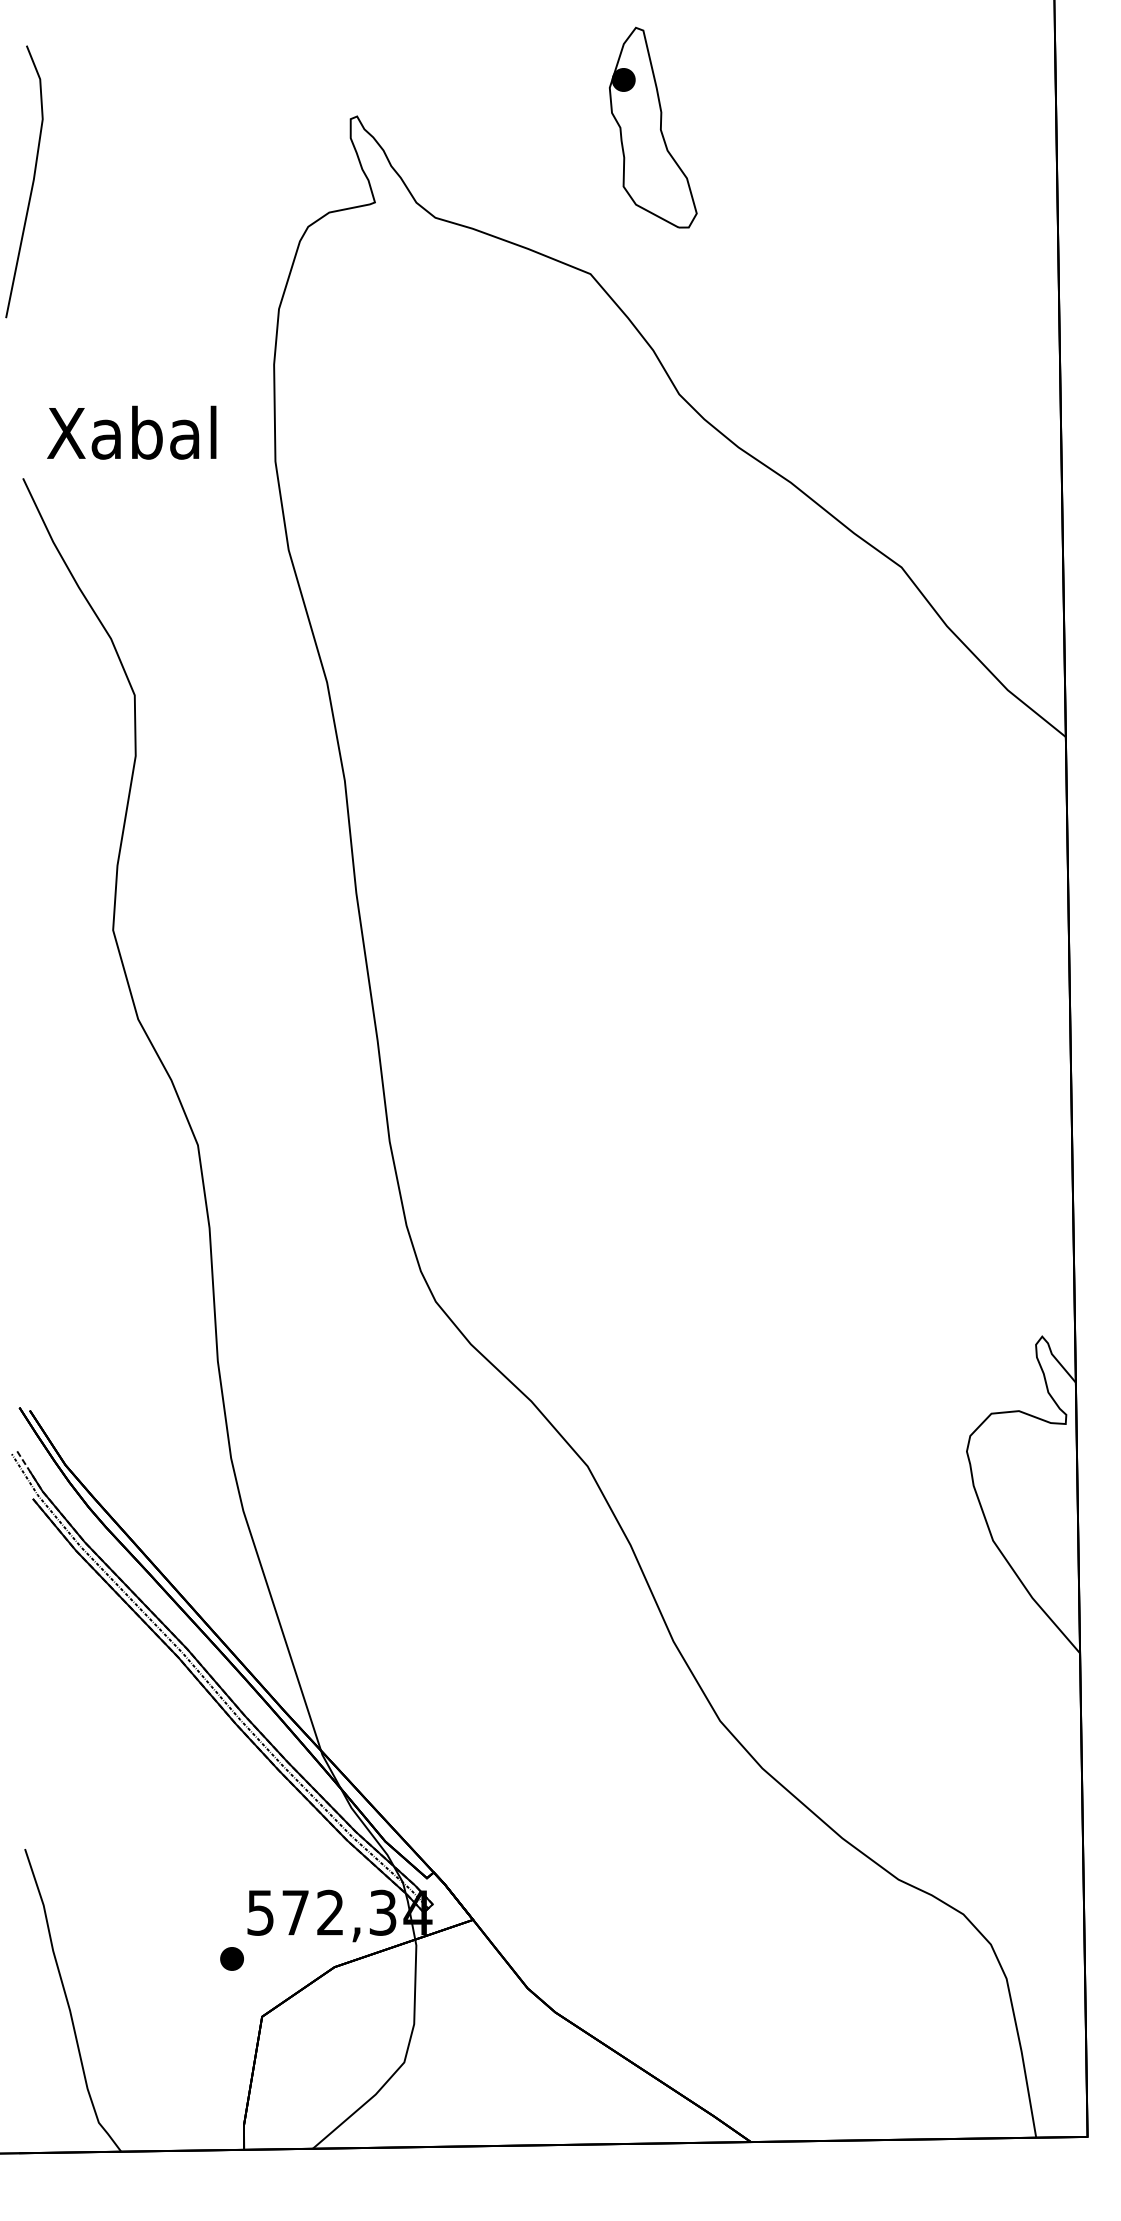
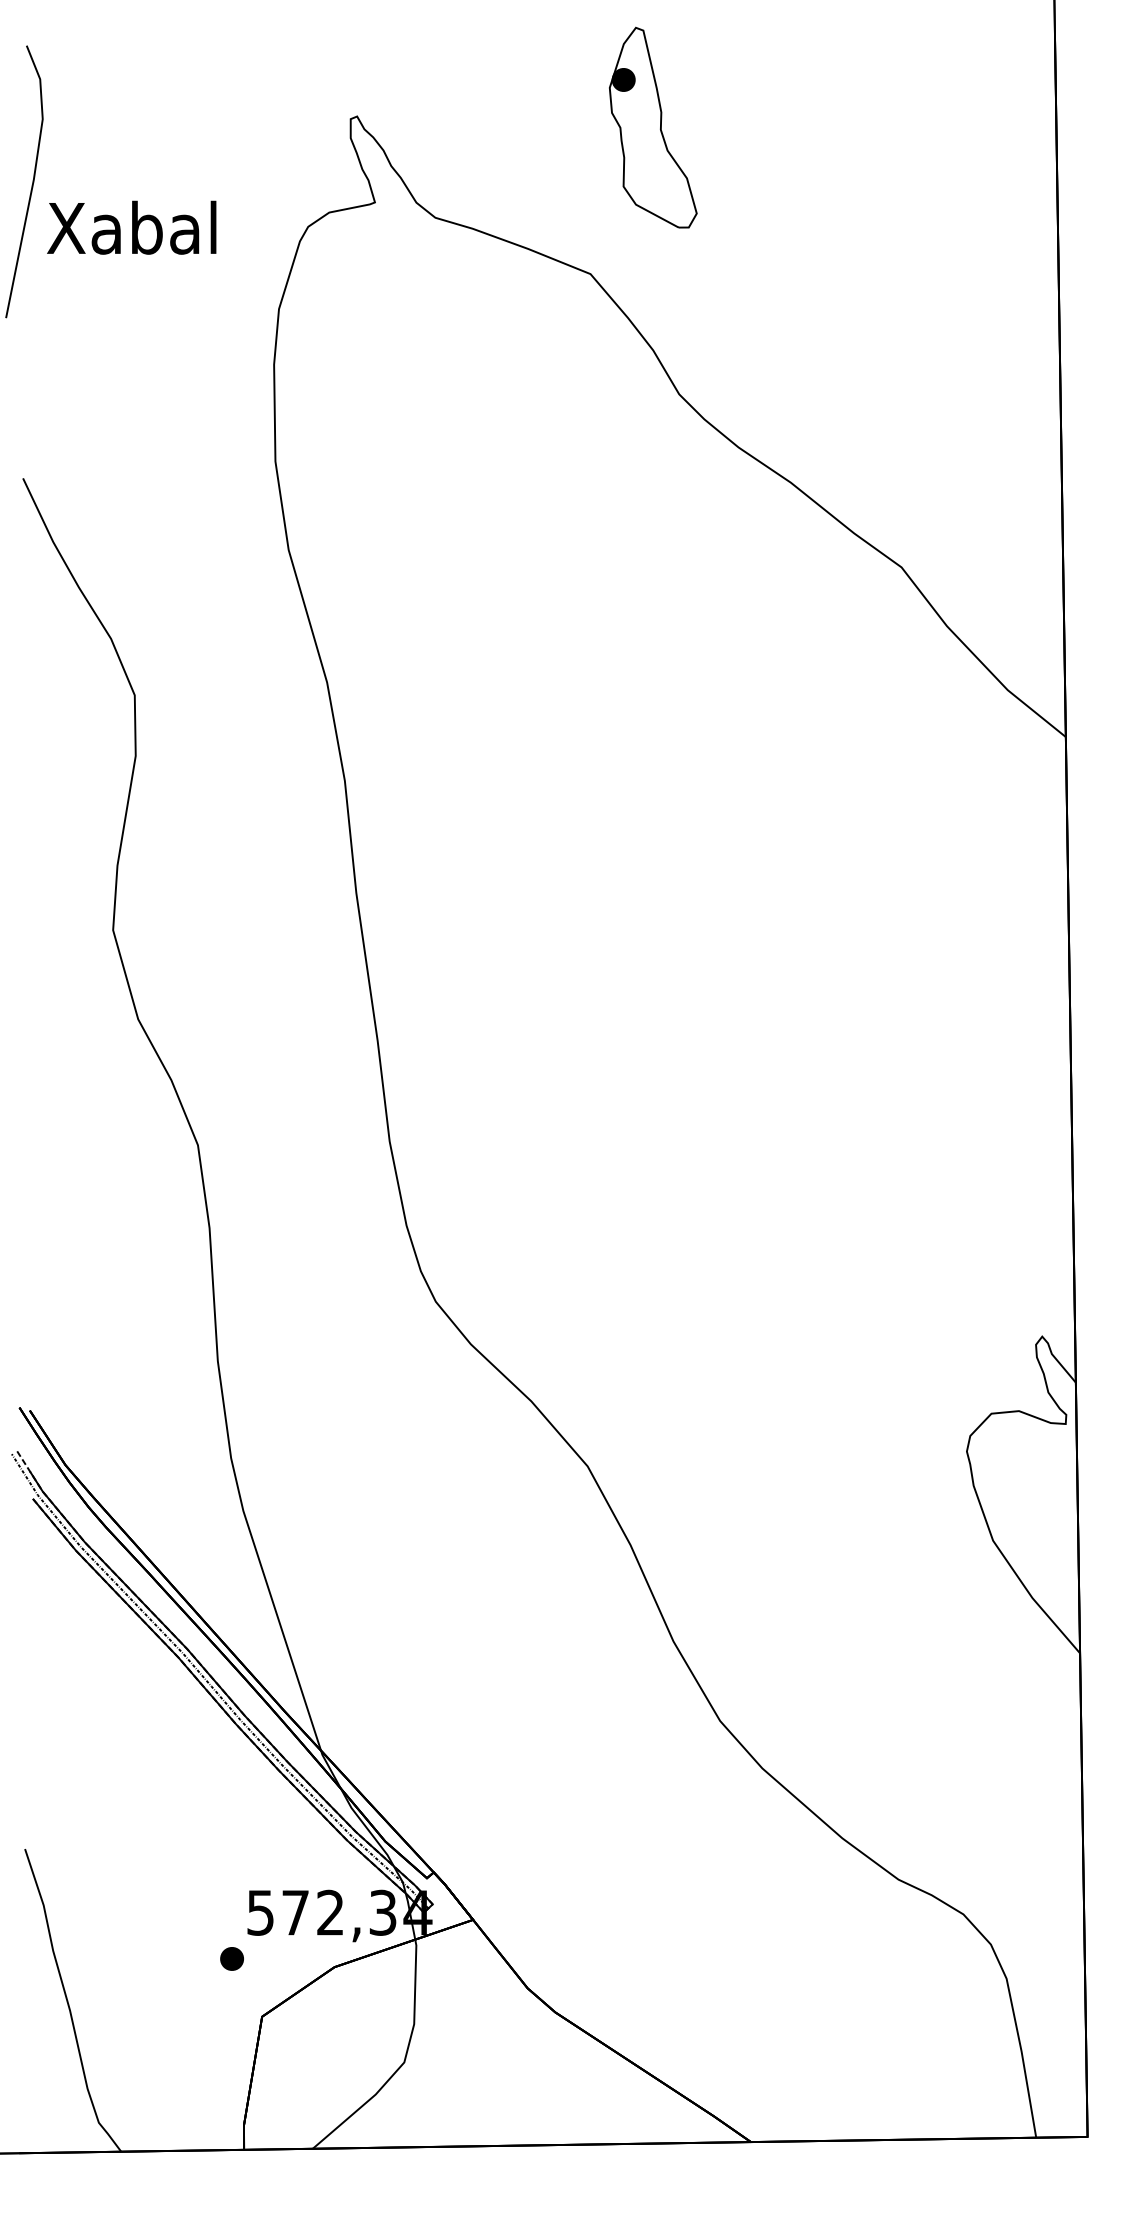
text at (131, 432) position: (131, 432) -> (131, 227)
